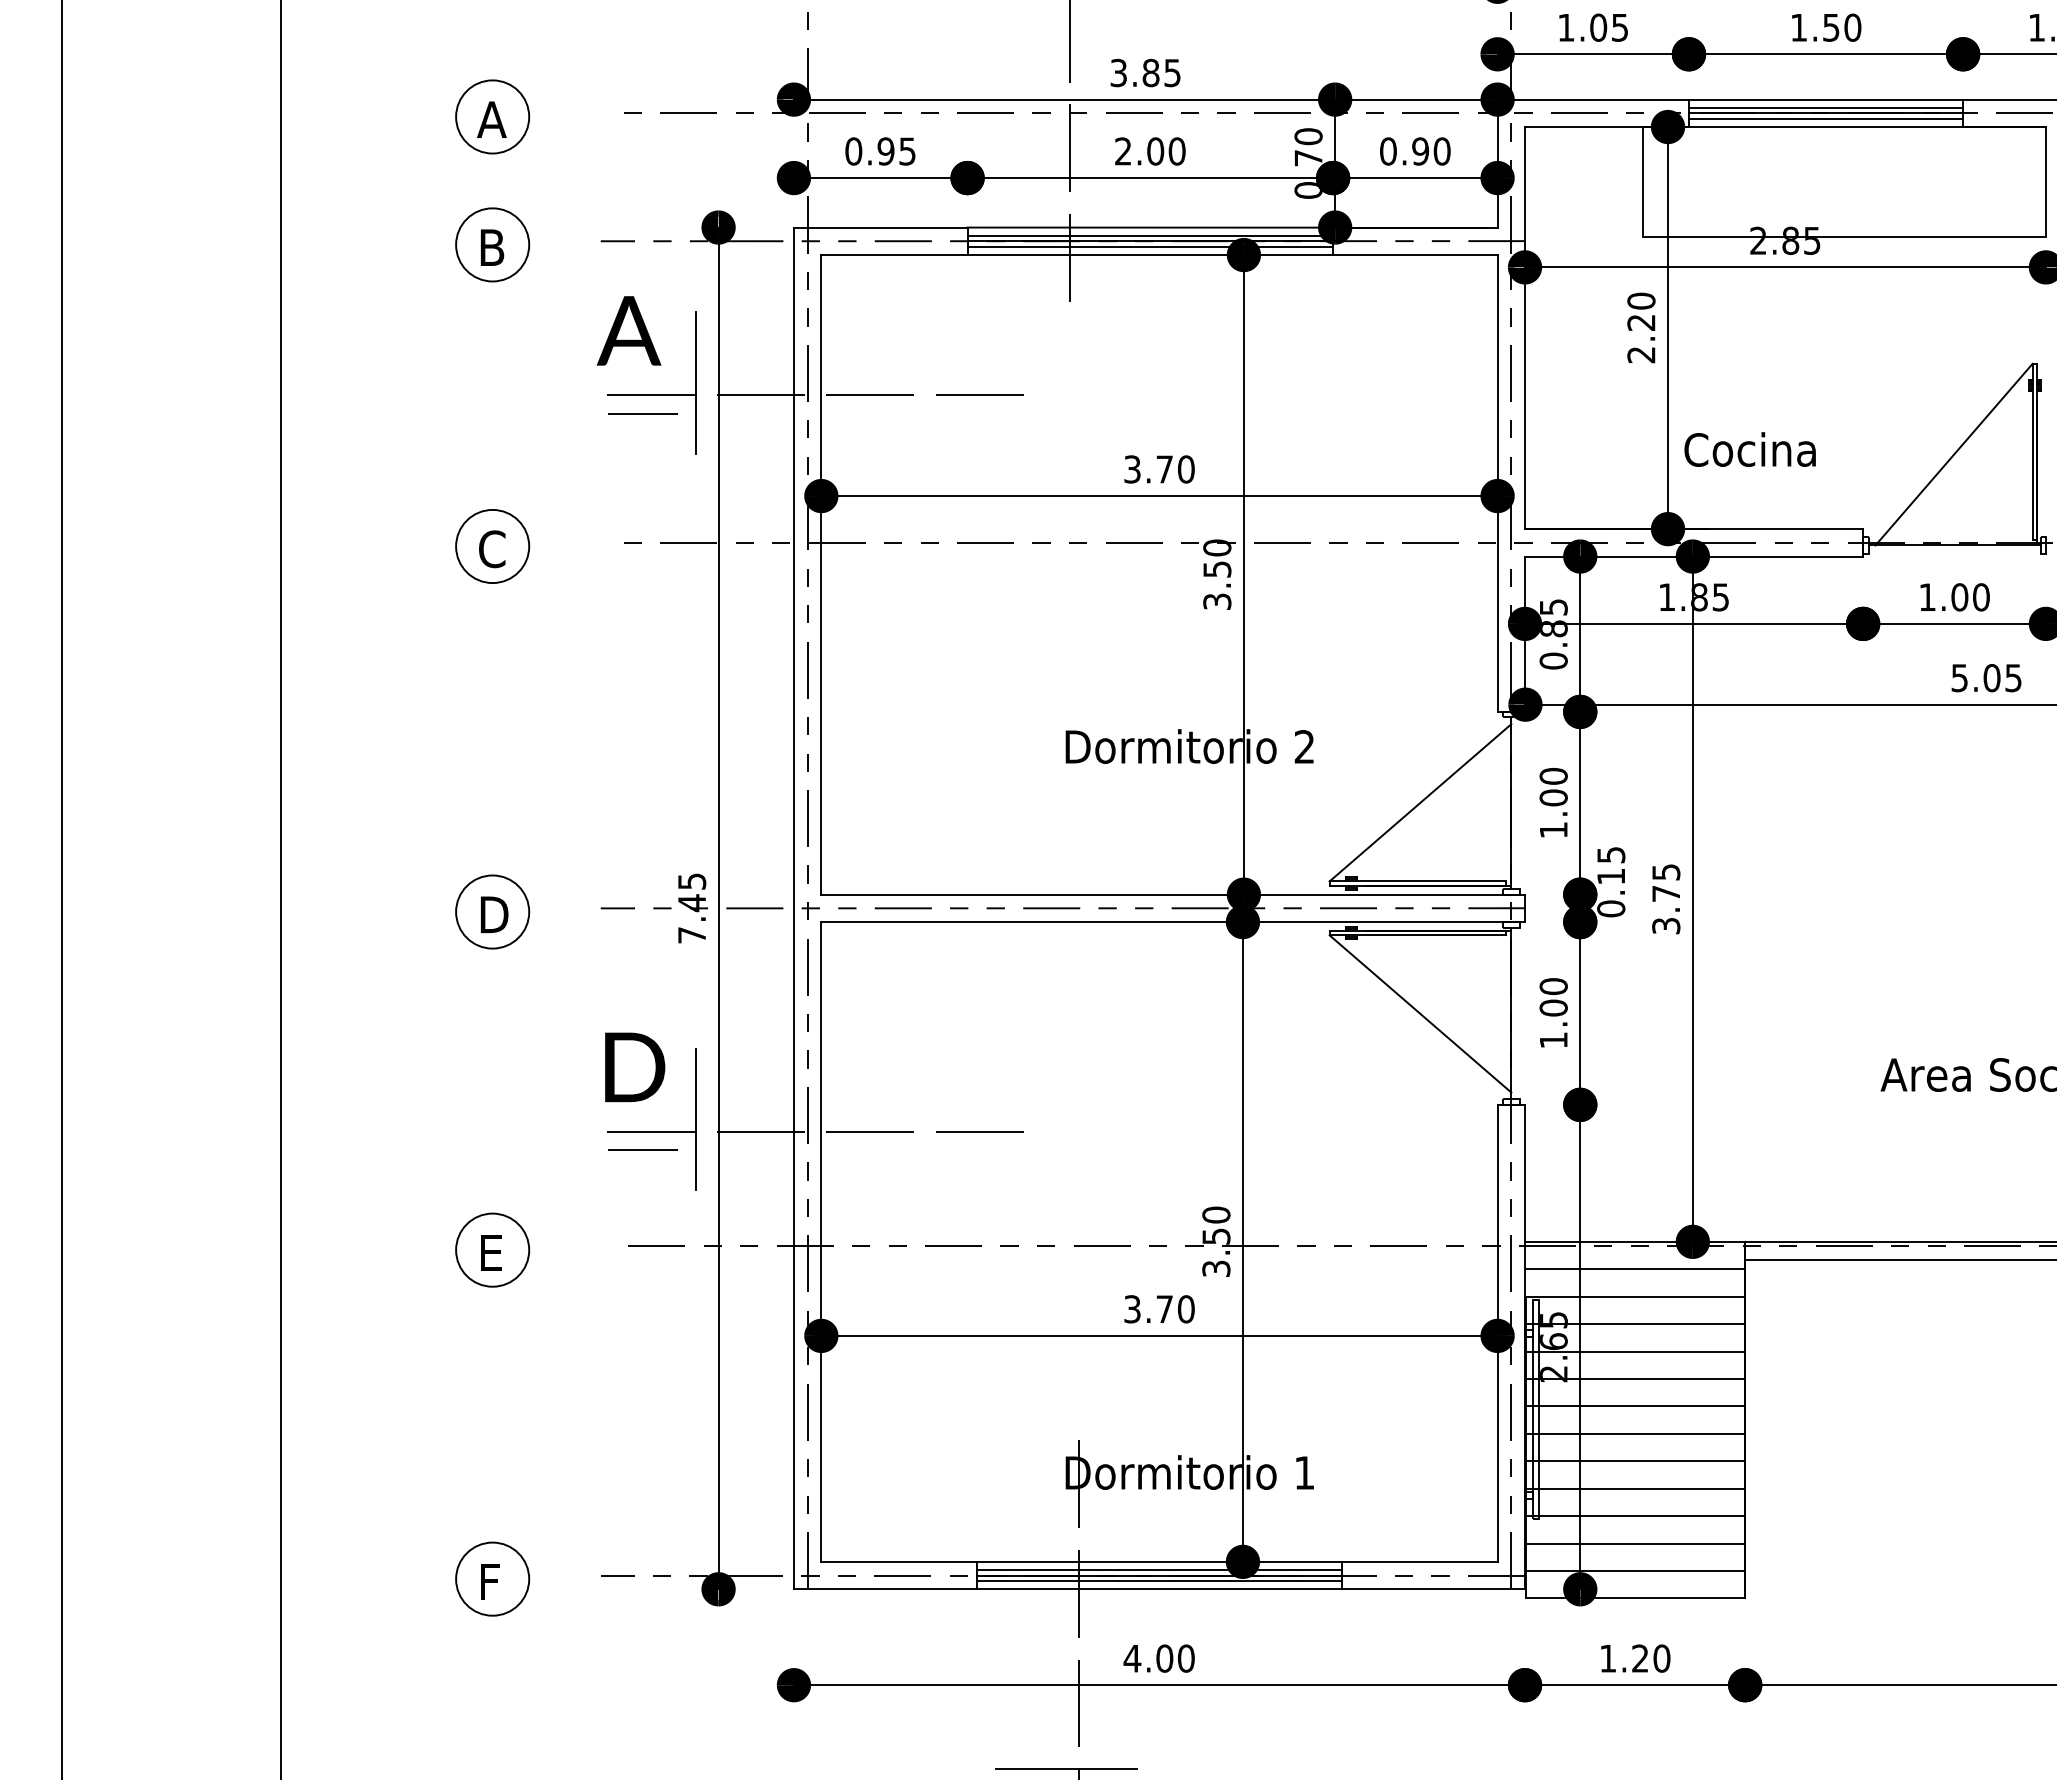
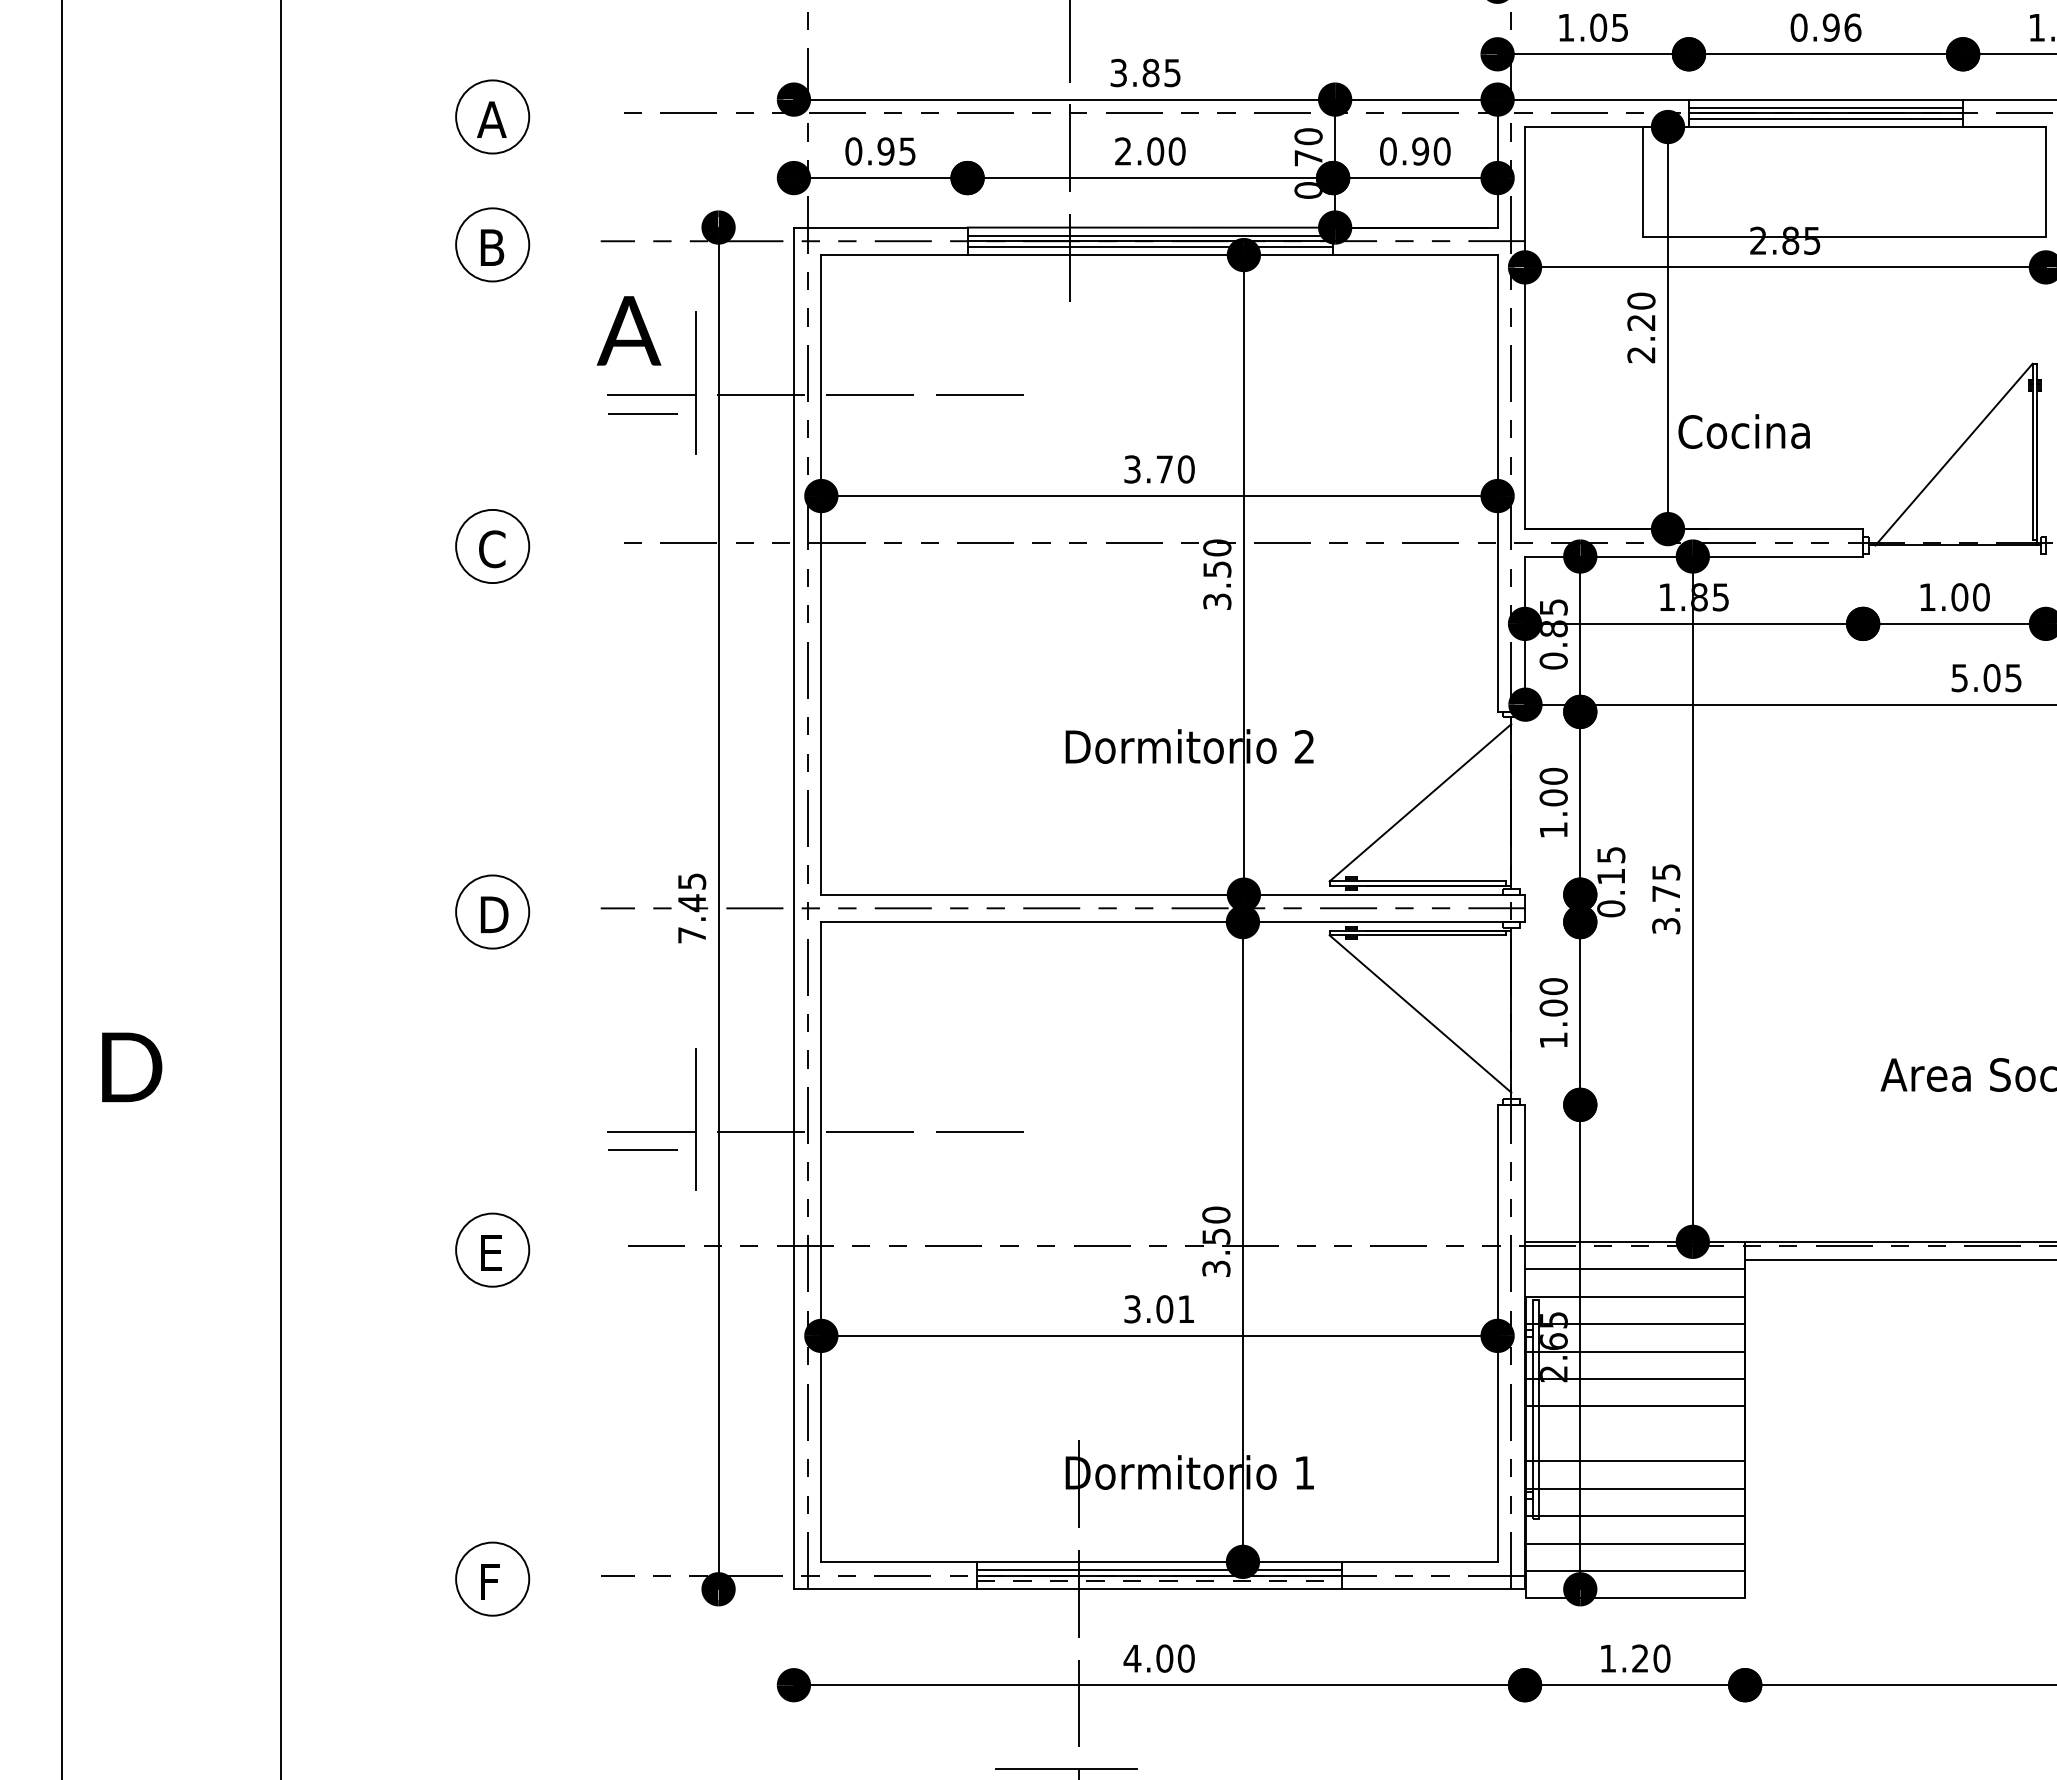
text at (1825, 27): 1.50 -> 0.96
text at (1749, 449) position: (1749, 449) -> (1743, 431)
text at (635, 1067) position: (635, 1067) -> (132, 1067)
text at (1175, 1309): 3.70 -> 3.01
line at (1635, 1433): present -> none
line at (1159, 1581): solid -> dashed
